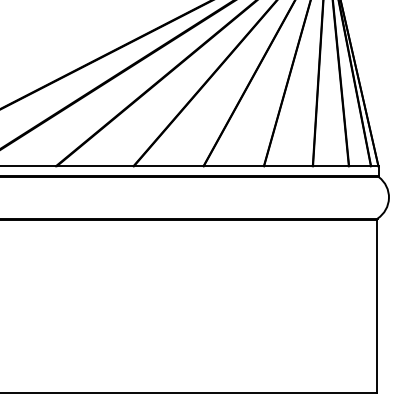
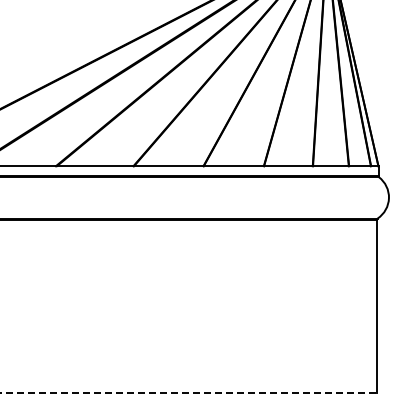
line at (188, 393): solid -> dashed
